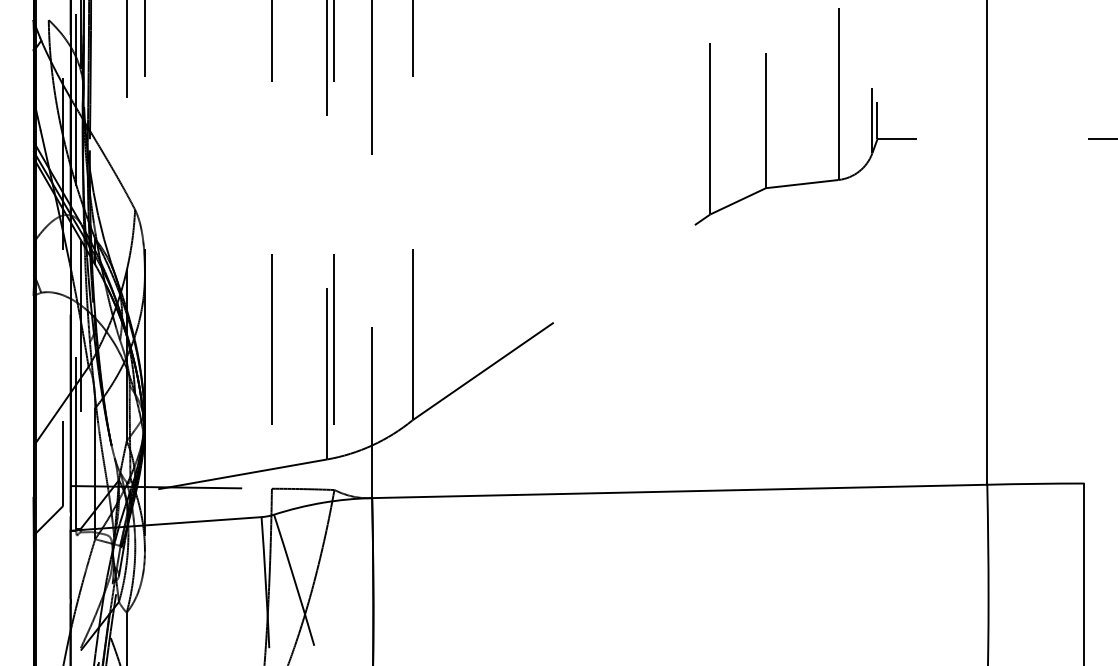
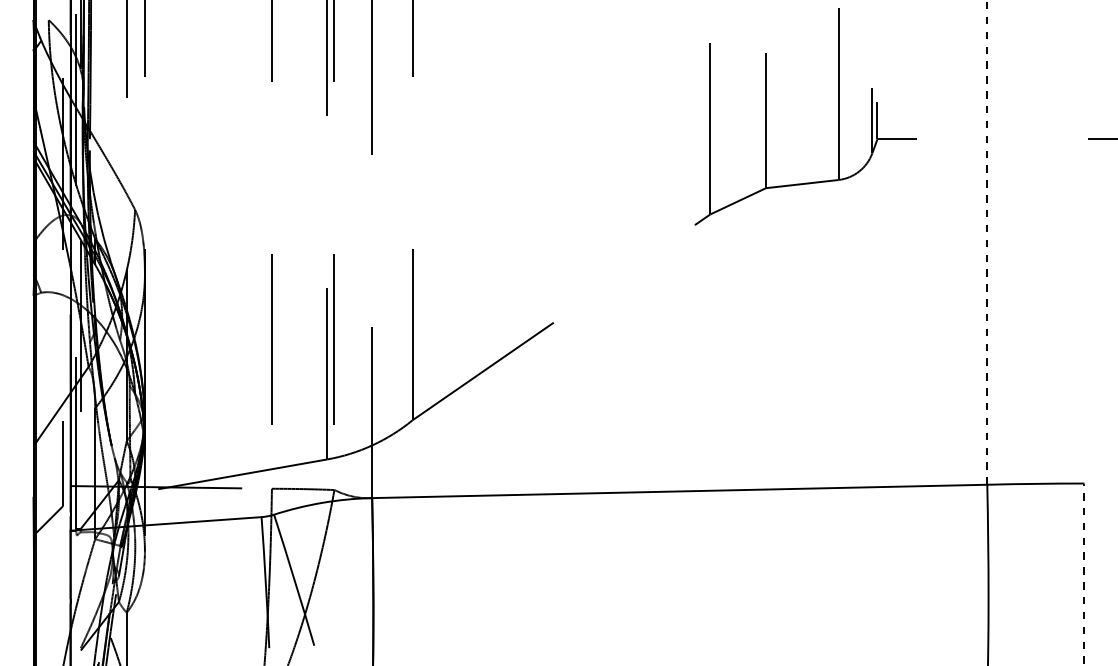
line at (987, 242): solid -> dashed
line at (1084, 574): solid -> dashed
